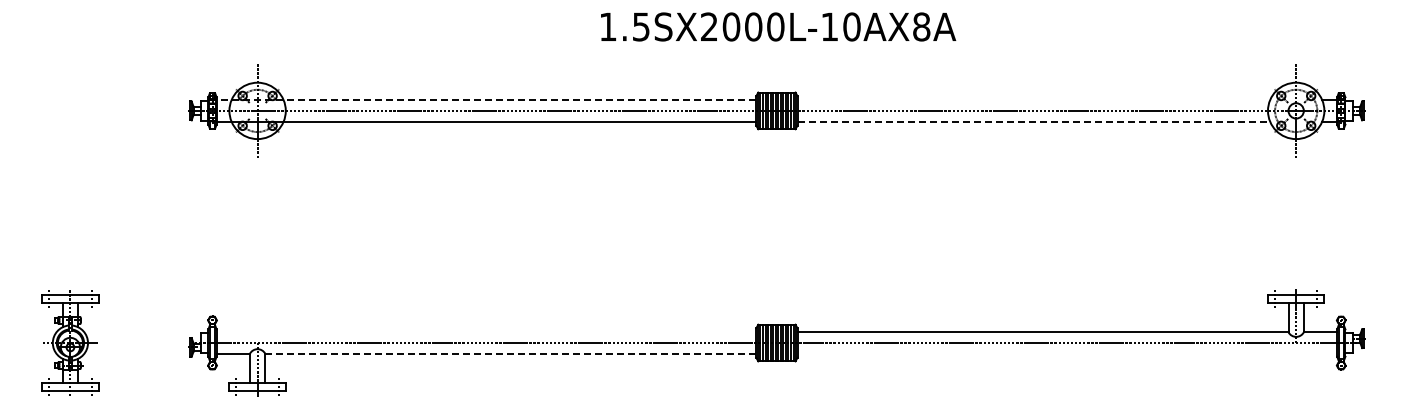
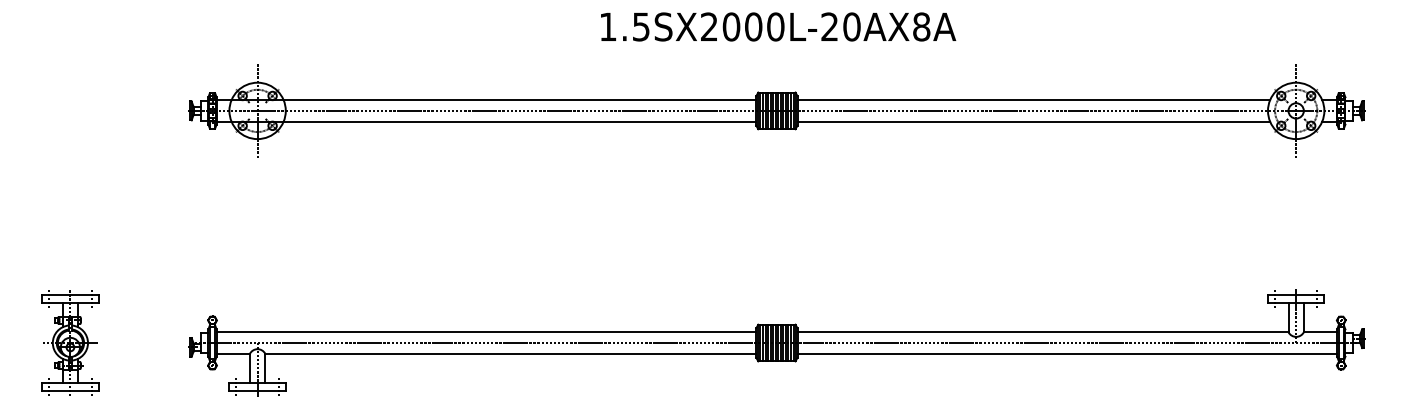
text at (829, 26): 1.5SX2000L-10AX8A -> 1.5SX2000L-20AX8A
line at (486, 100): dashed -> solid
line at (1033, 100): none -> present
line at (1034, 121): dashed -> solid
line at (486, 332): none -> present
line at (510, 353): dashed -> solid
line at (1067, 353): none -> present
